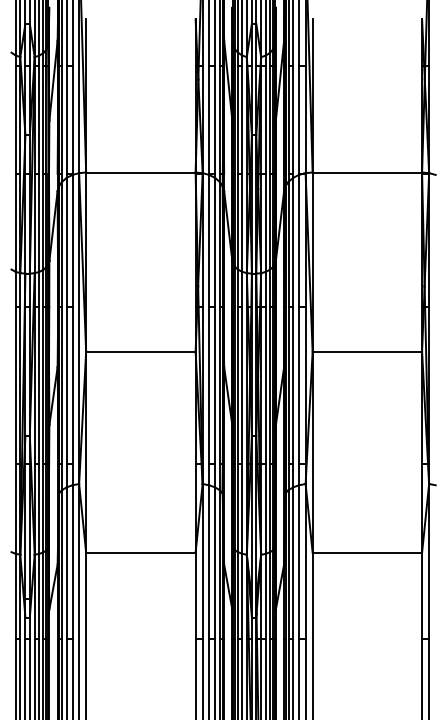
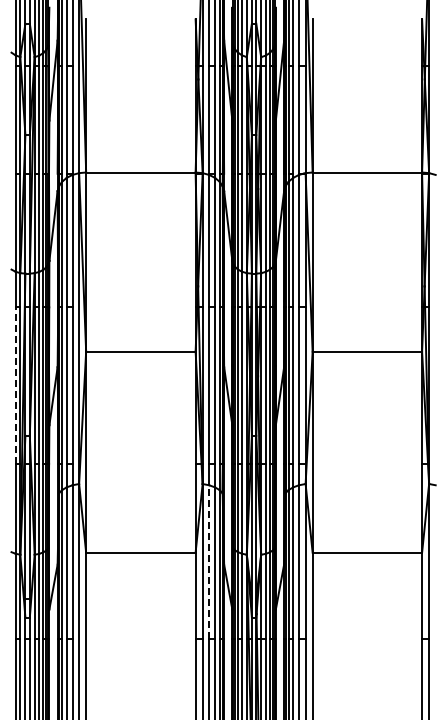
line at (15, 385): solid -> dashed
line at (209, 562): solid -> dashed
